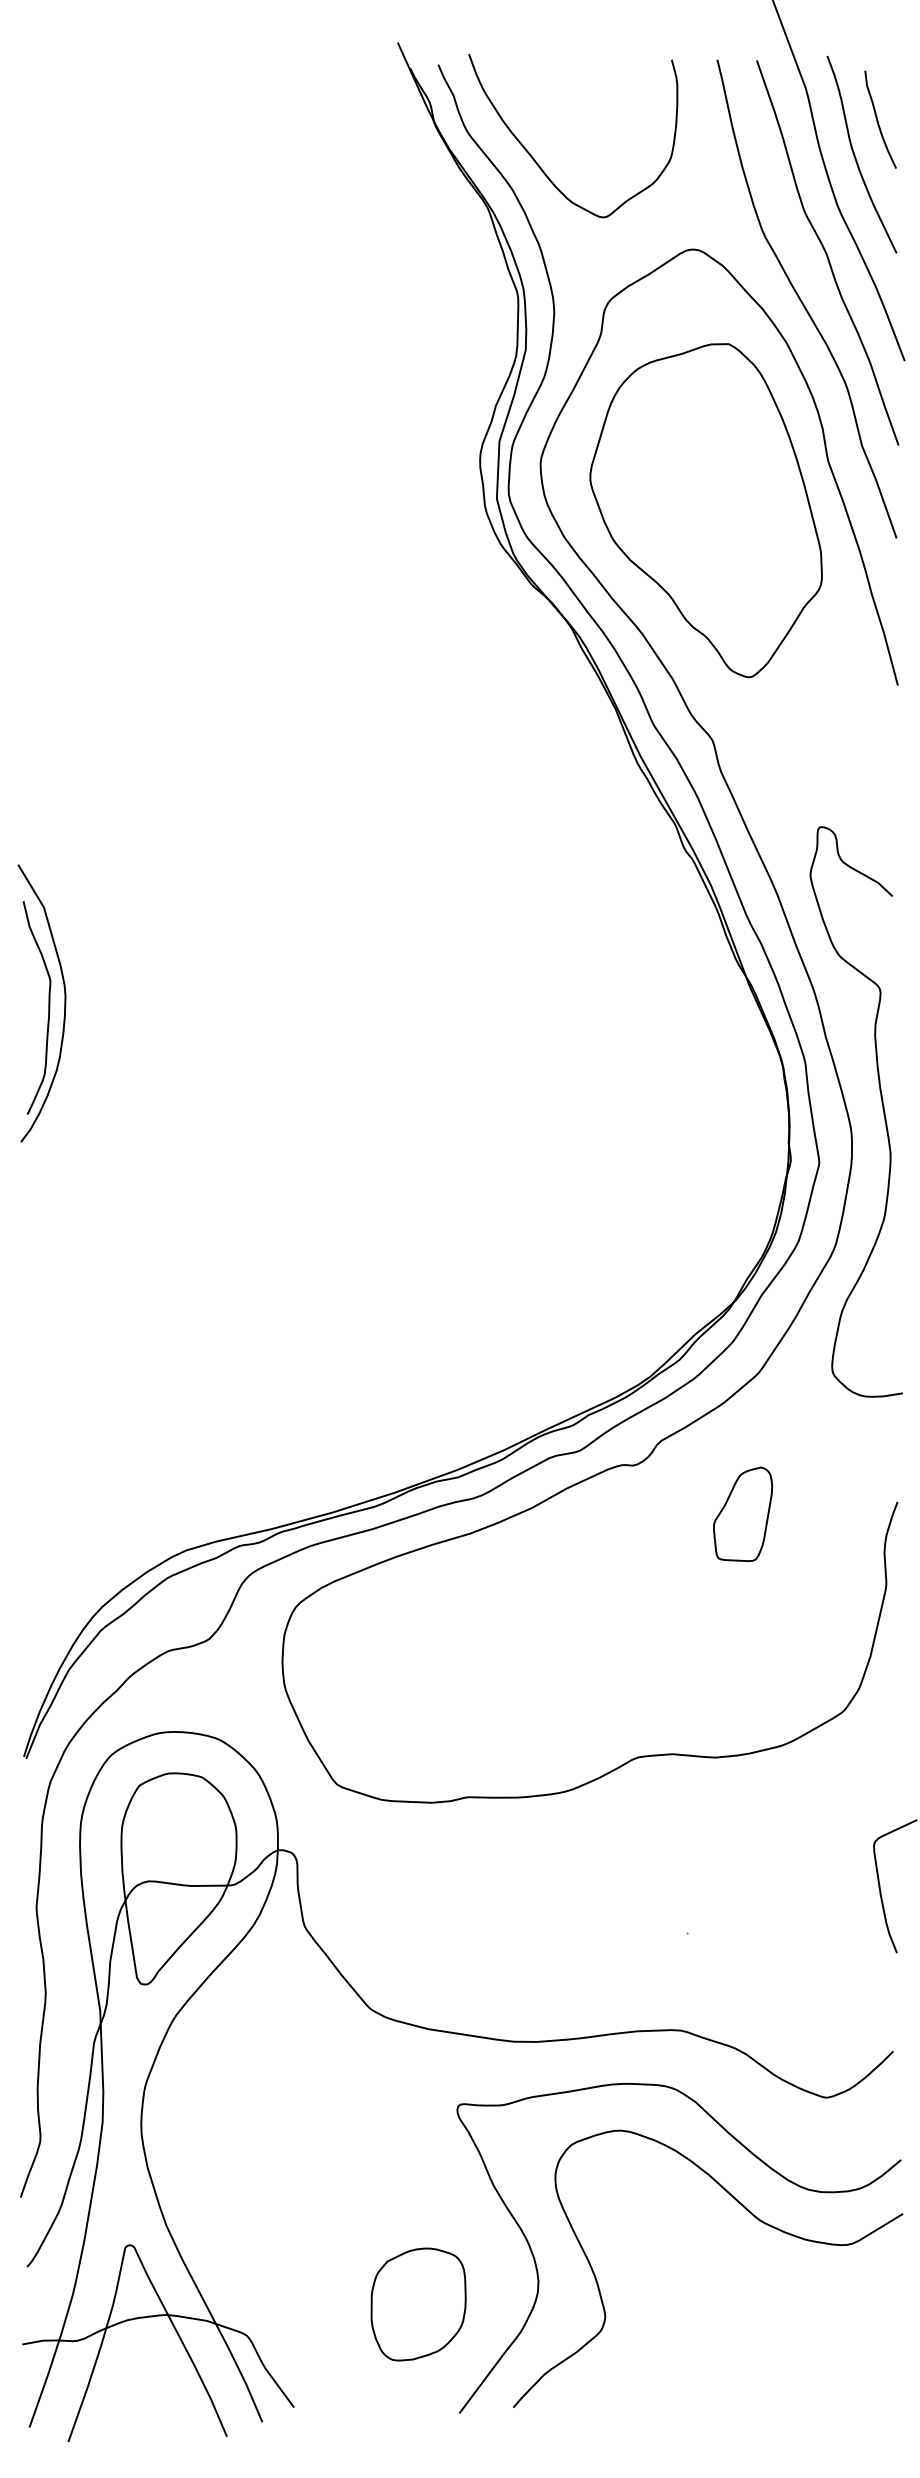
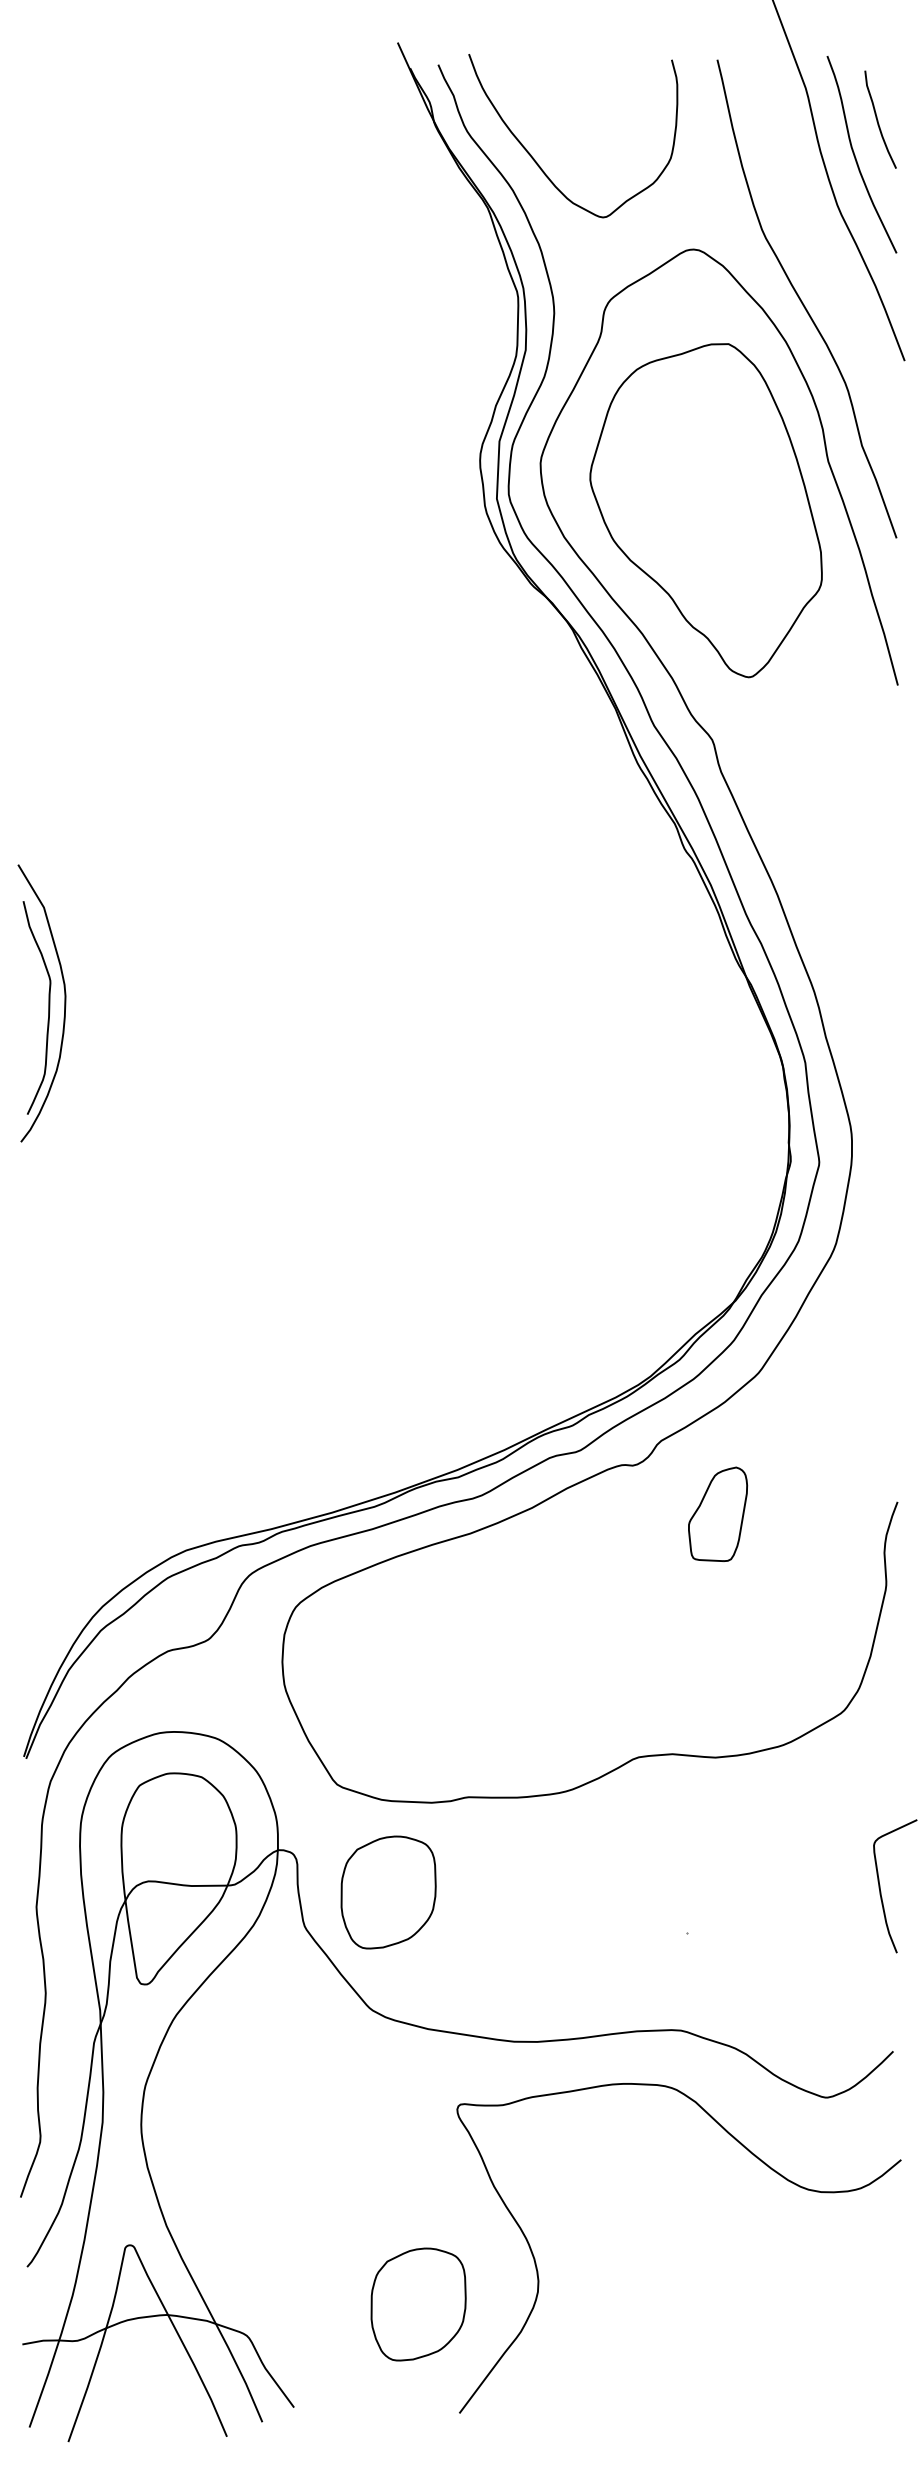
curve at (826, 252): present -> none
curve at (882, 1109): present -> none
part at (743, 1513) position: (743, 1513) -> (718, 1513)
part at (388, 1892): none -> present
curve at (755, 2218): present -> none
